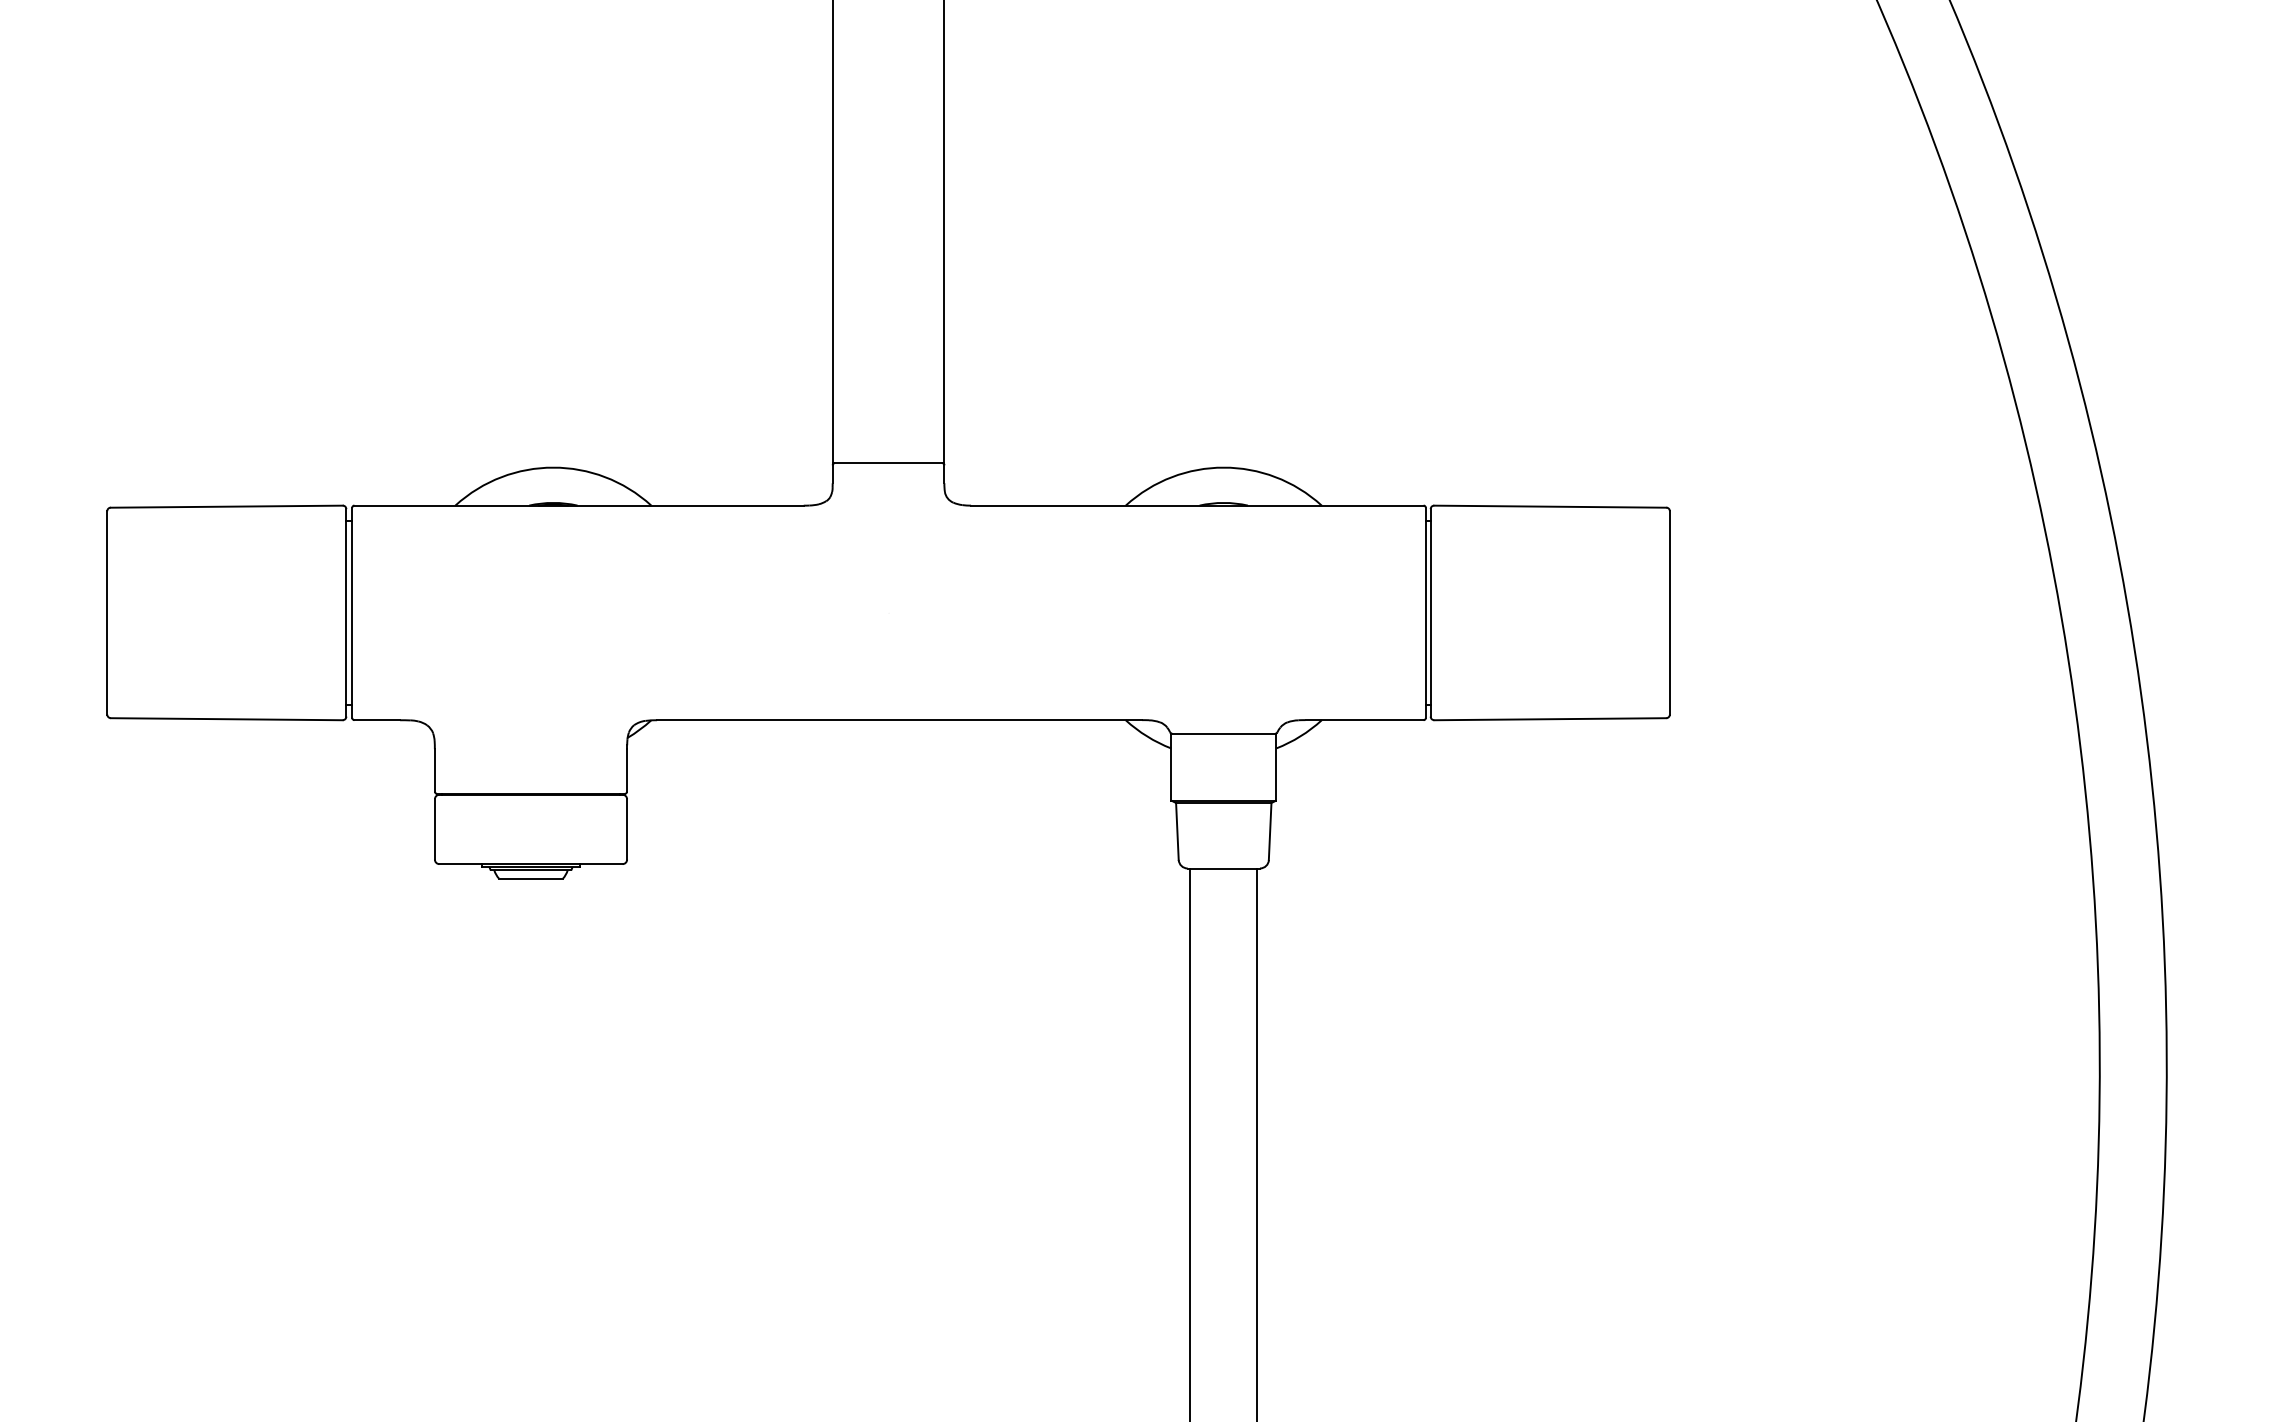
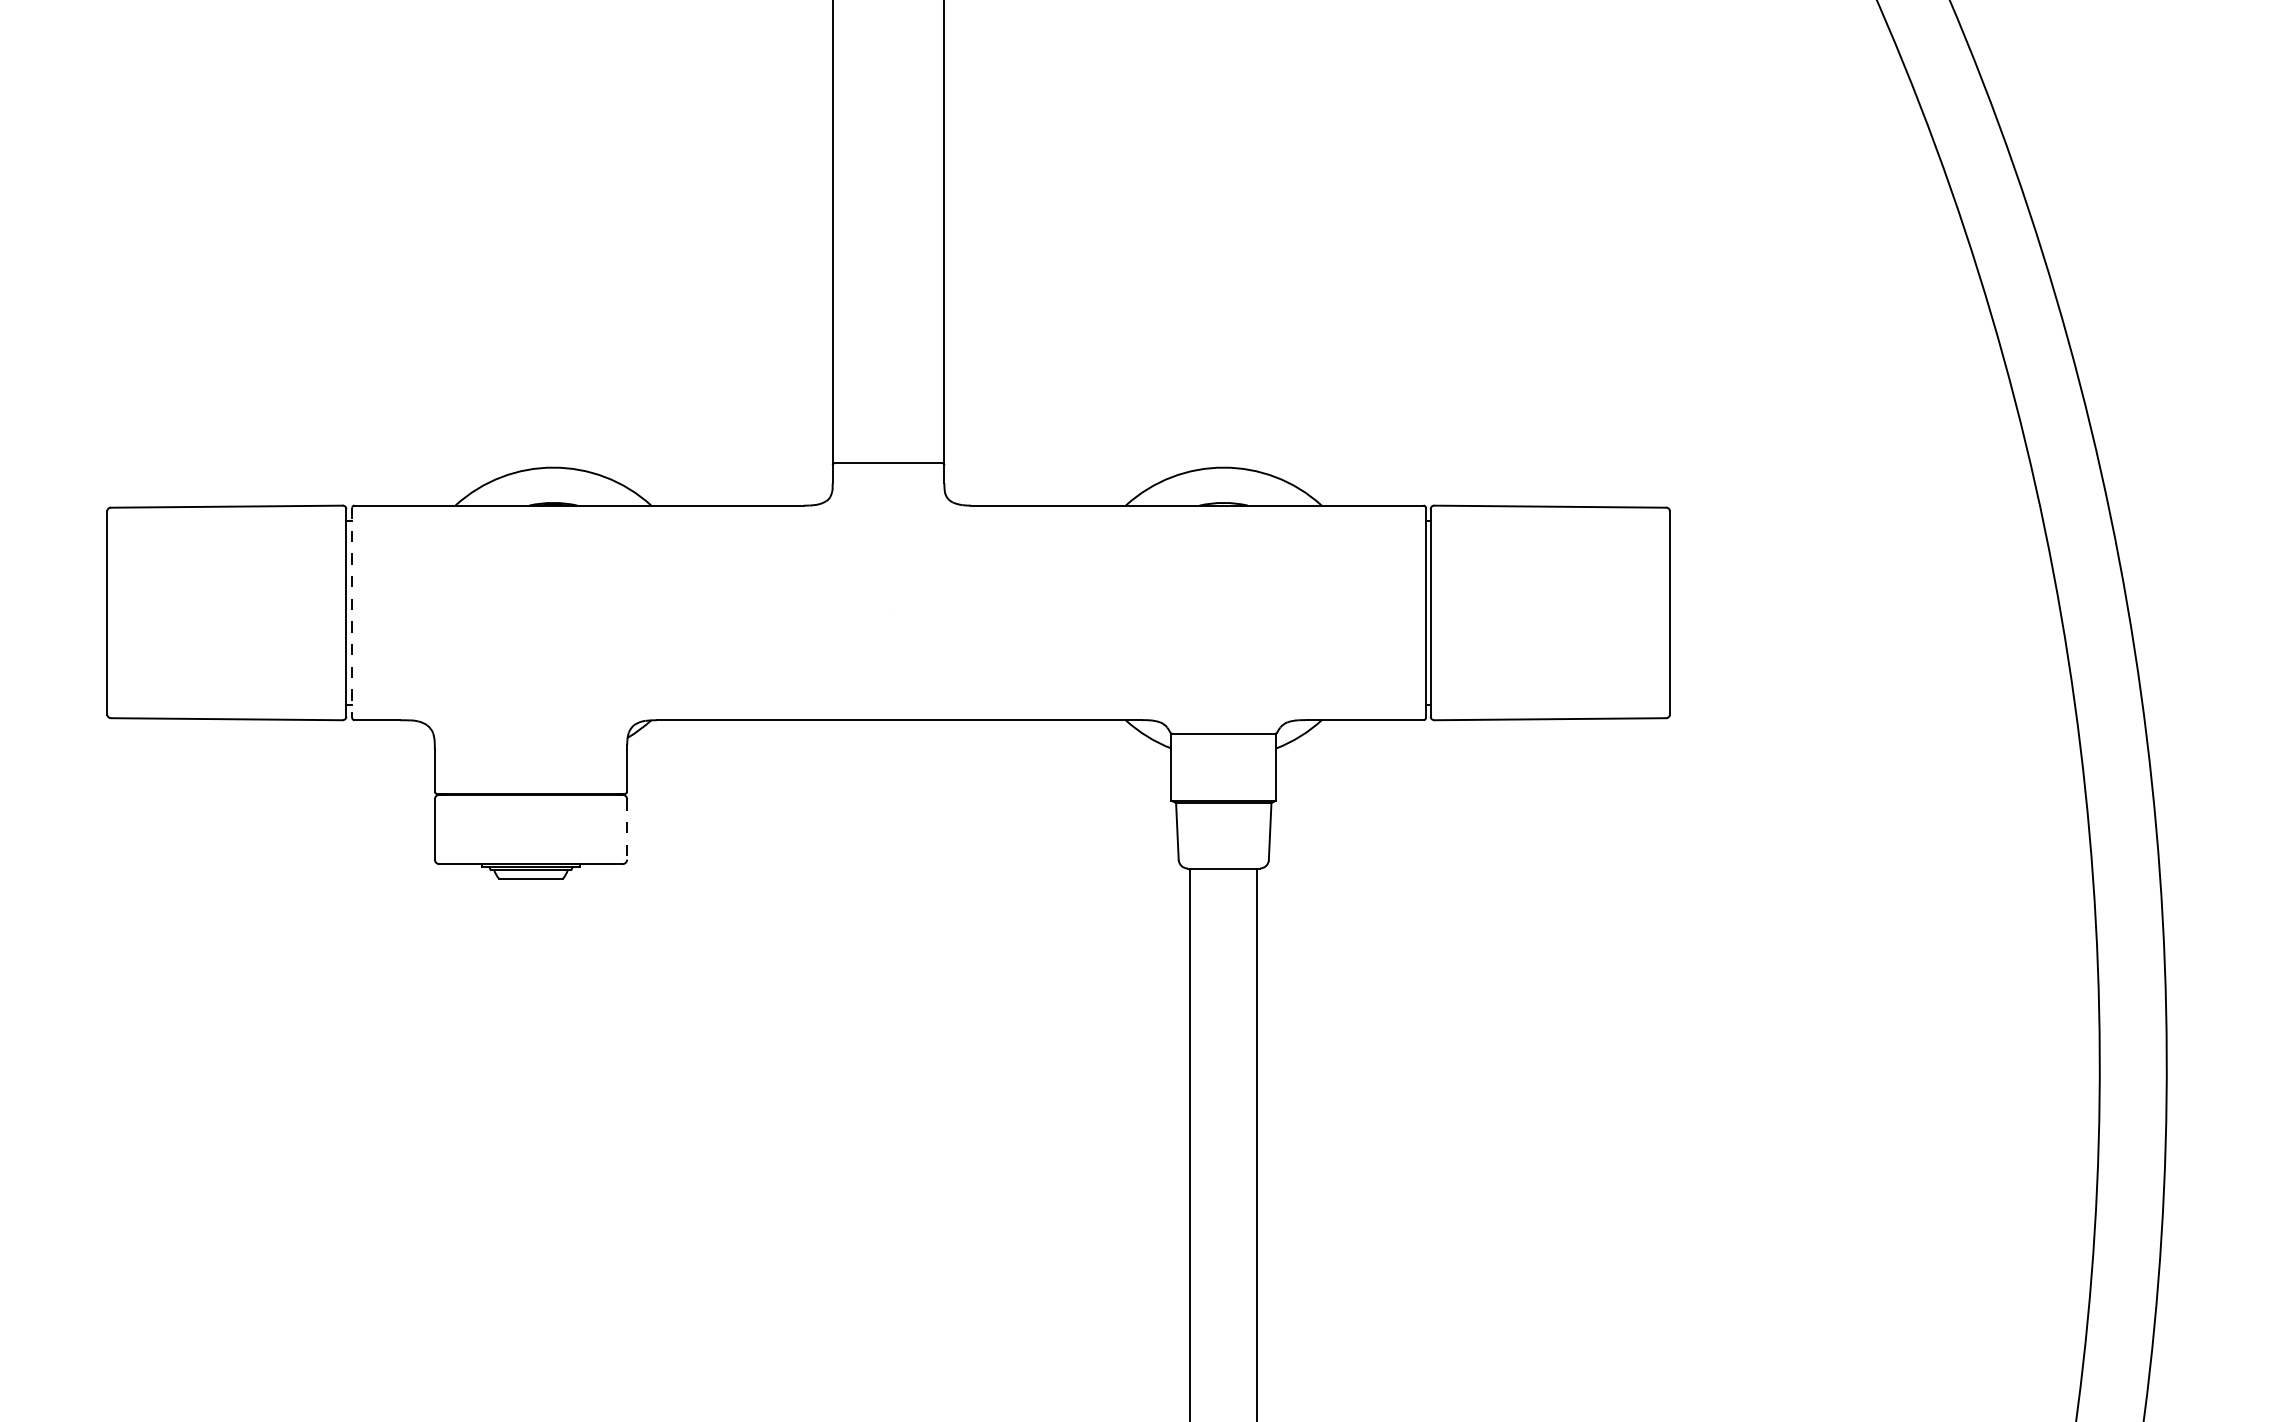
line at (352, 613): solid -> dashed
line at (627, 829): solid -> dashed
